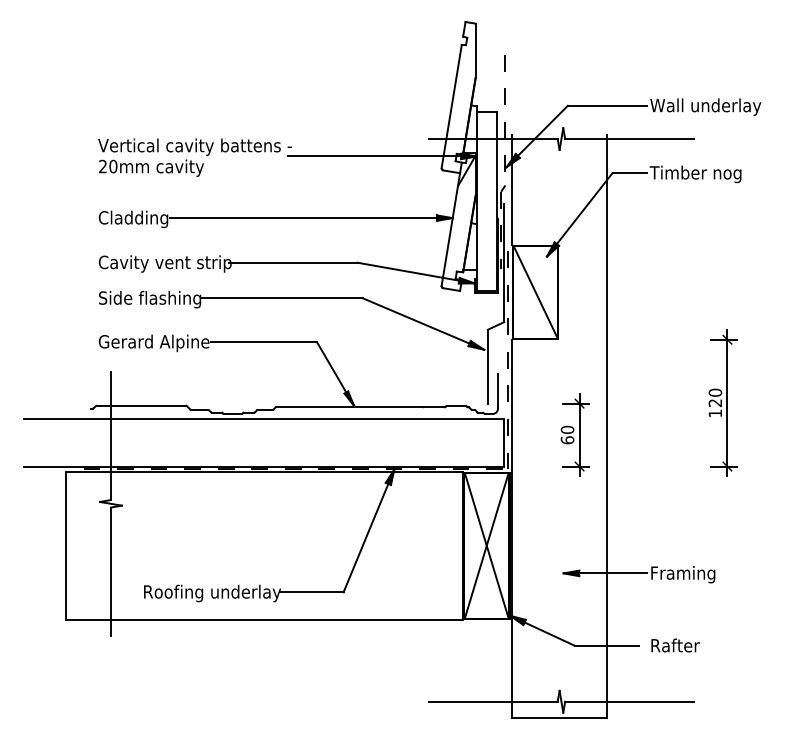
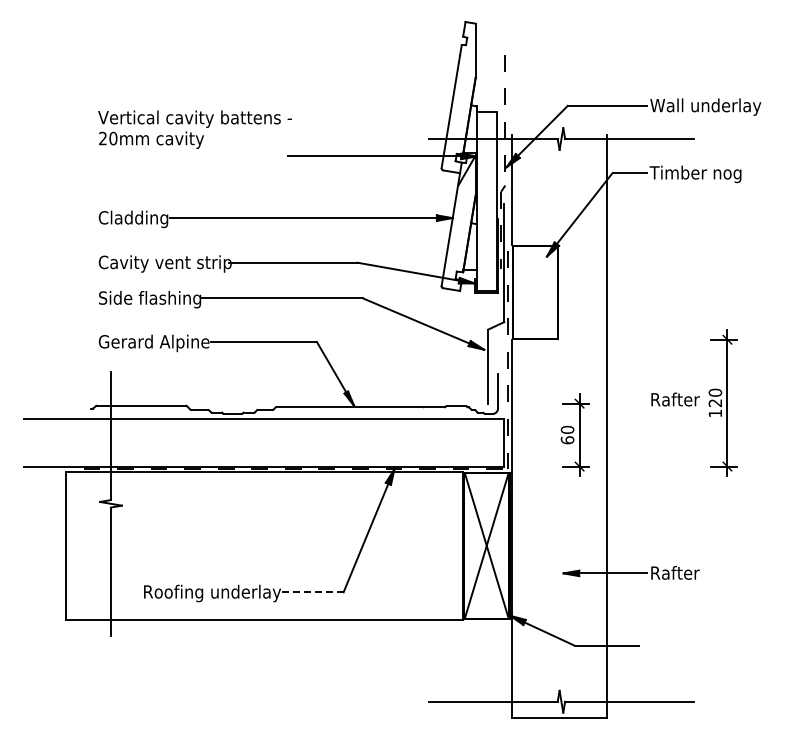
text at (194, 157) position: (194, 157) -> (194, 129)
line at (535, 291): present -> none
text at (684, 574): Framing -> Rafter
line at (311, 592): solid -> dashed
text at (675, 645) position: (675, 645) -> (675, 399)
